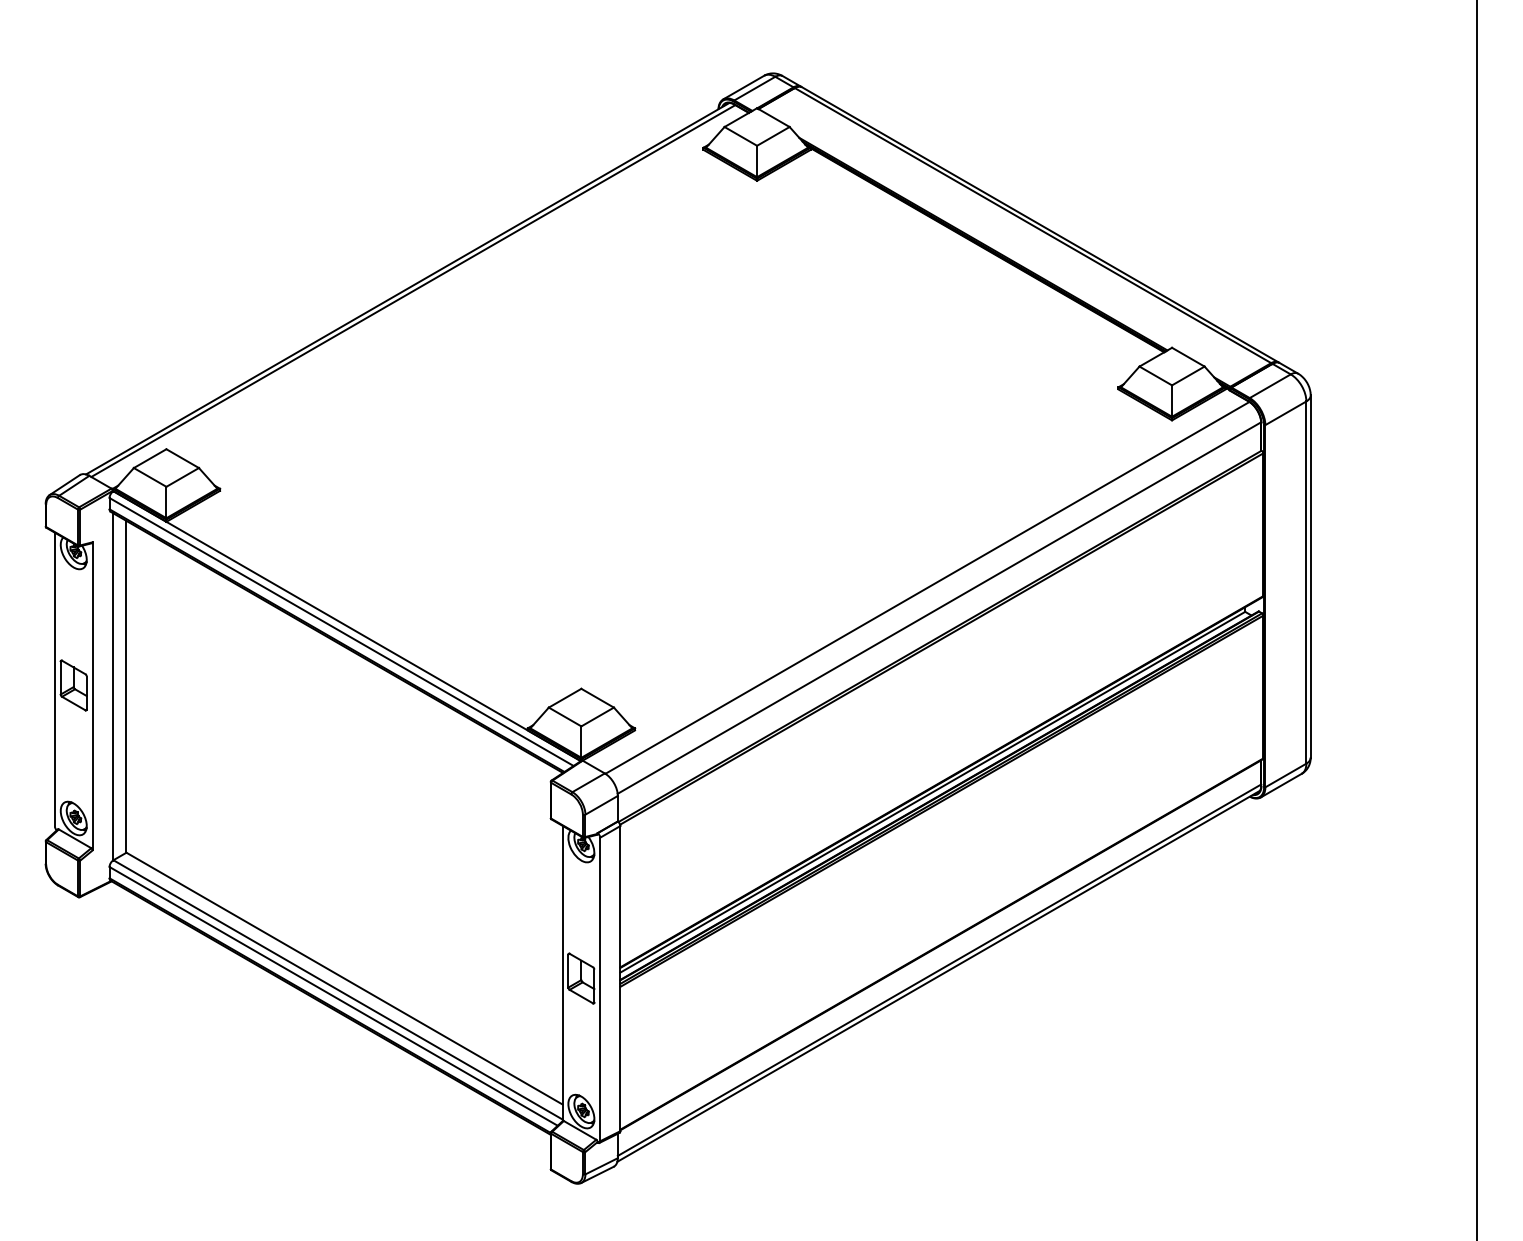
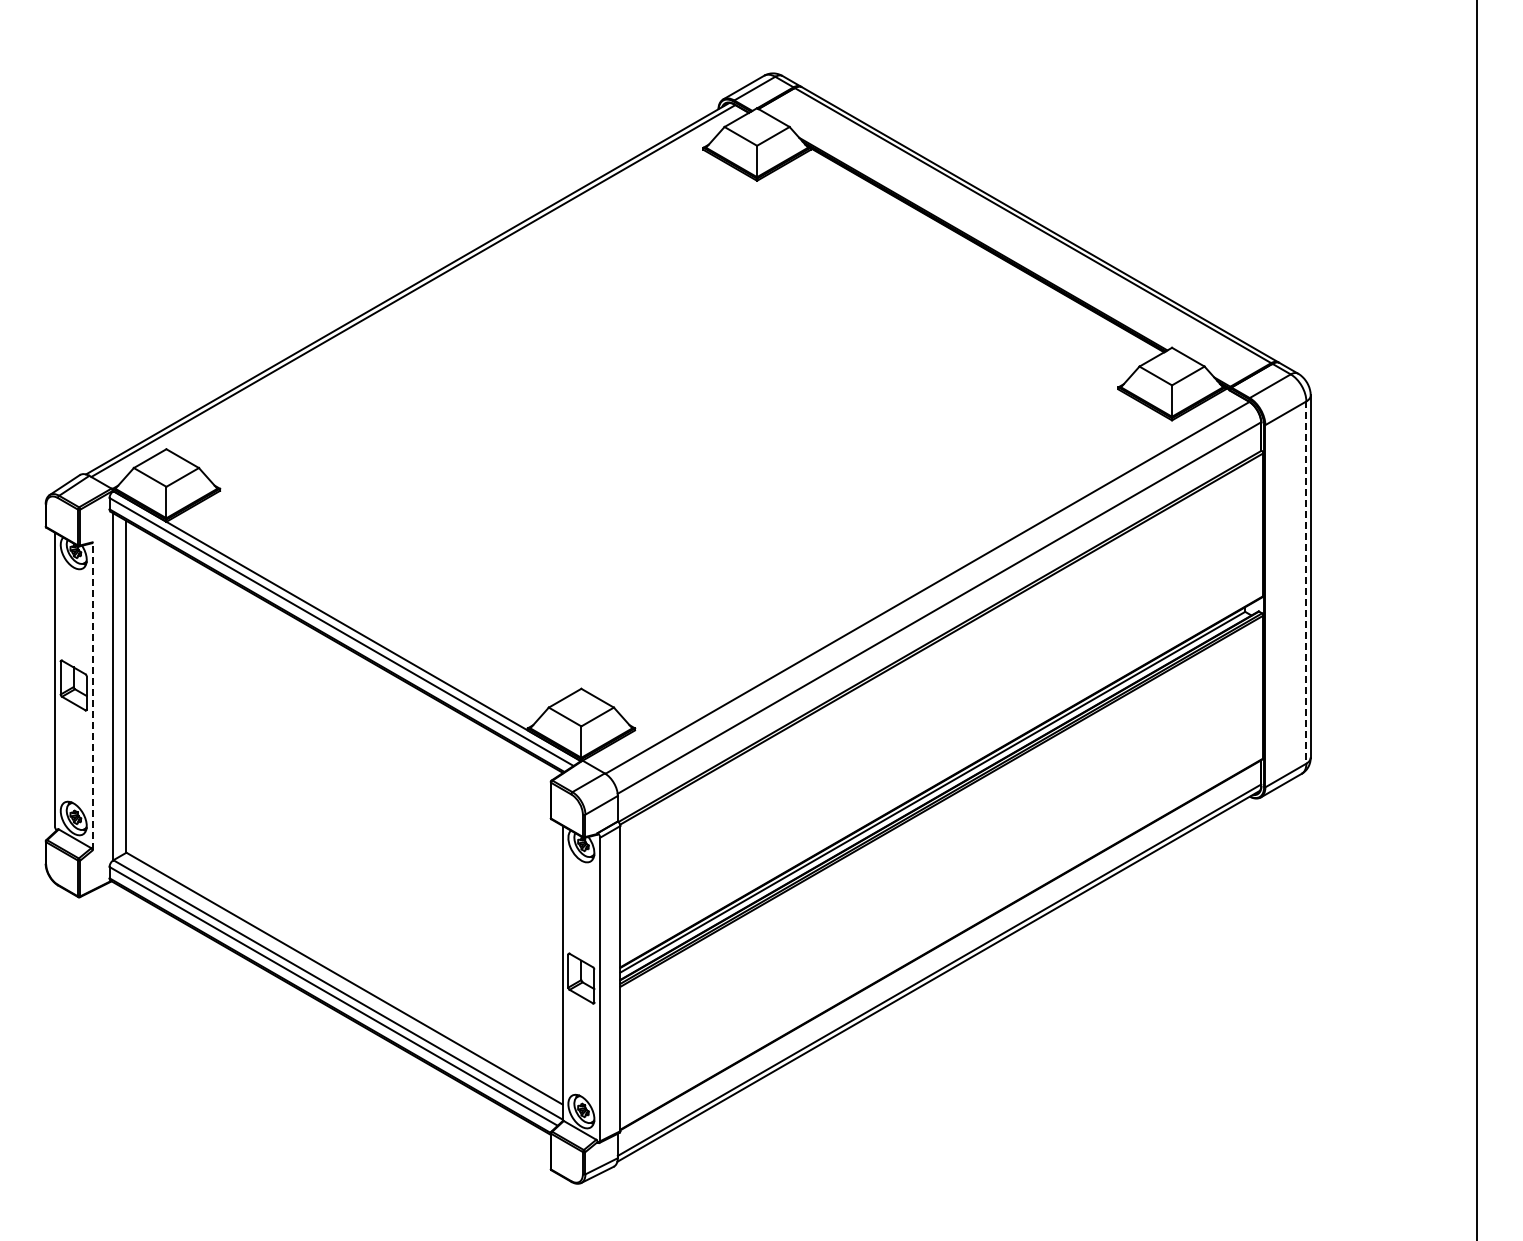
line at (1306, 583): solid -> dashed
line at (92, 695): solid -> dashed
